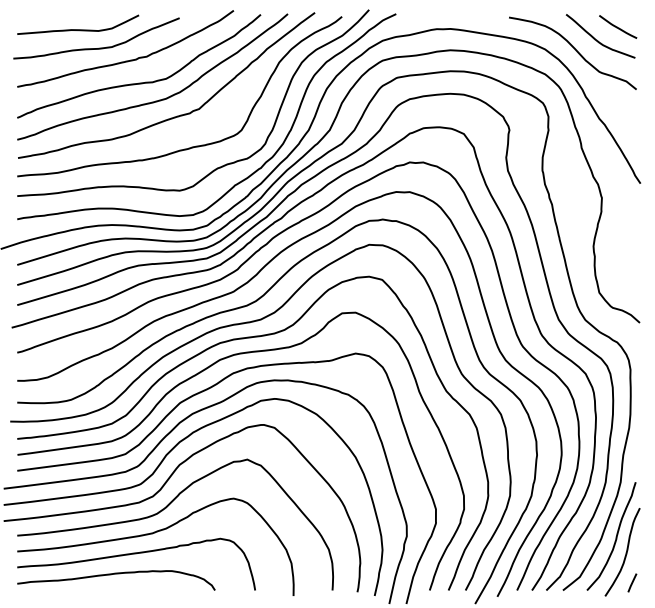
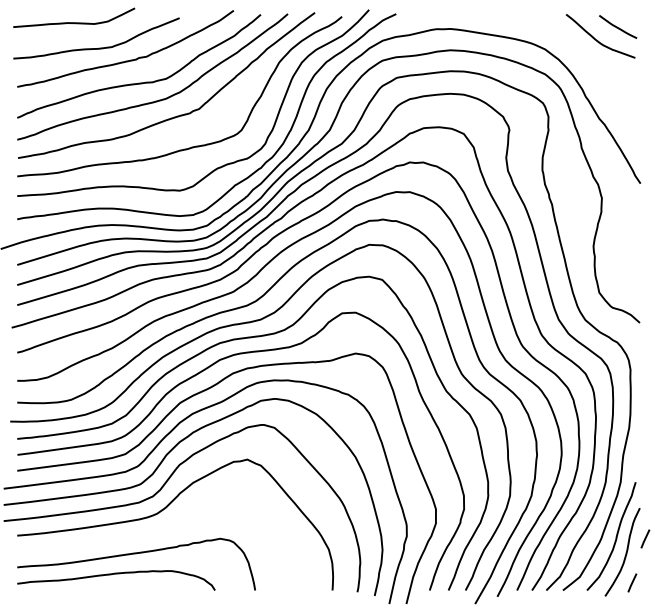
curve at (78, 29) position: (78, 29) -> (74, 22)
curve at (574, 49): present -> none
curve at (152, 534): present -> none
line at (645, 538): none -> present
